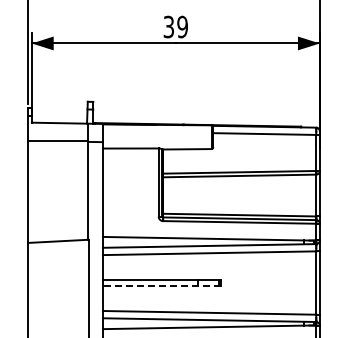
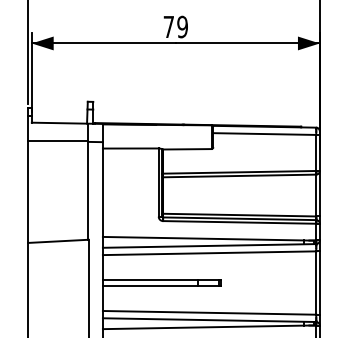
text at (168, 26): 39 -> 79
line at (161, 285): dashed -> solid
